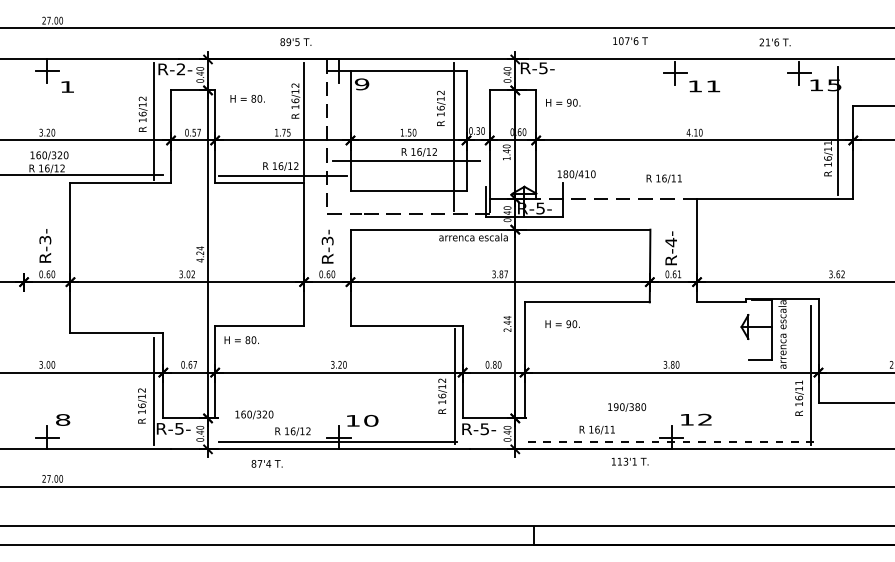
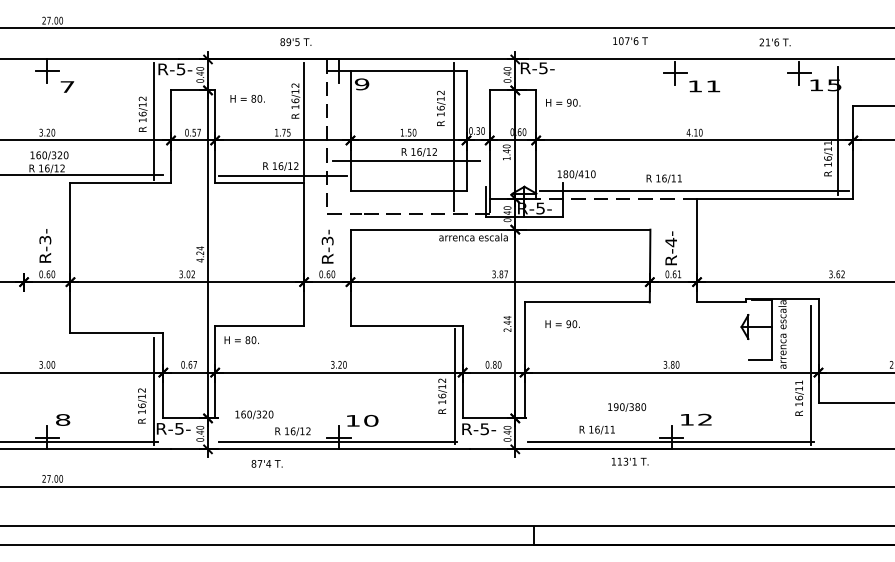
text at (181, 69): R-2- -> R-5-
text at (67, 86): 1 -> 7
line at (694, 190): none -> present
line at (79, 441): none -> present
line at (671, 441): dashed -> solid
